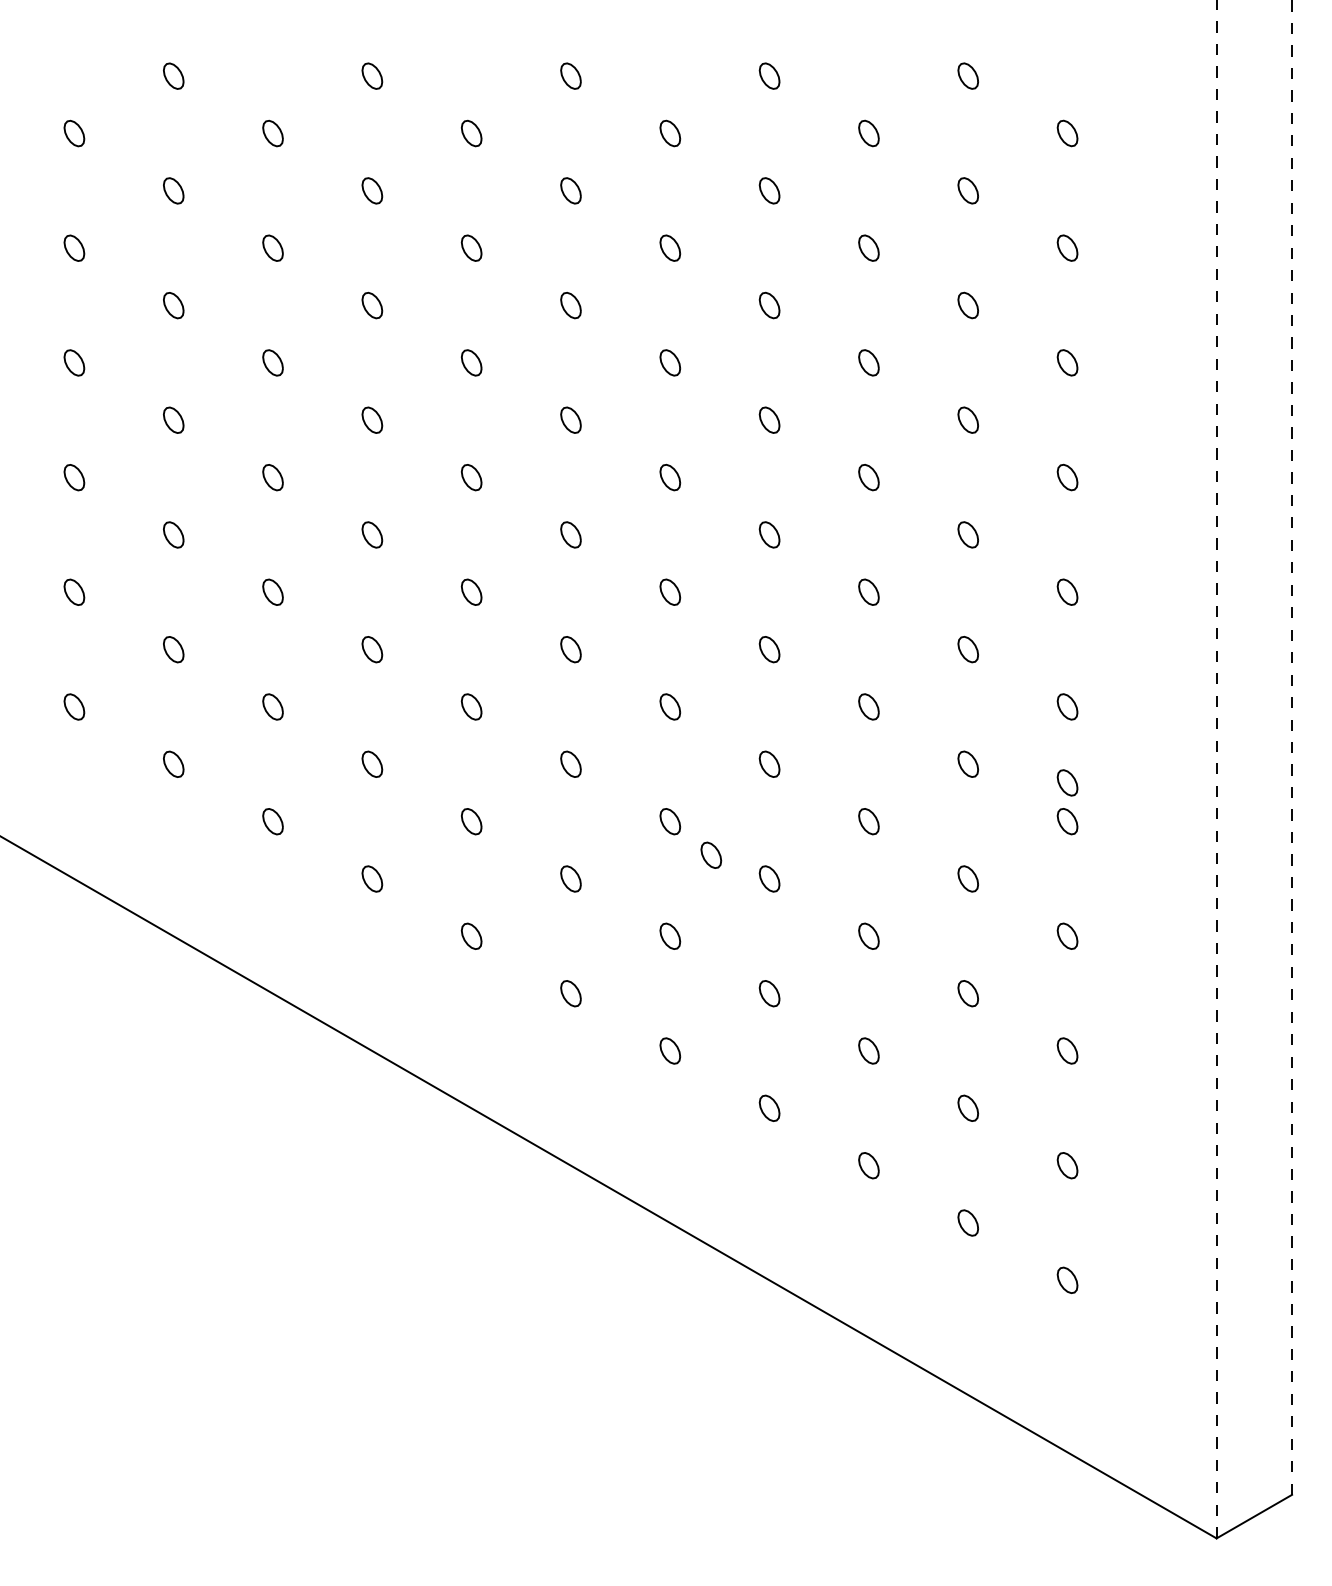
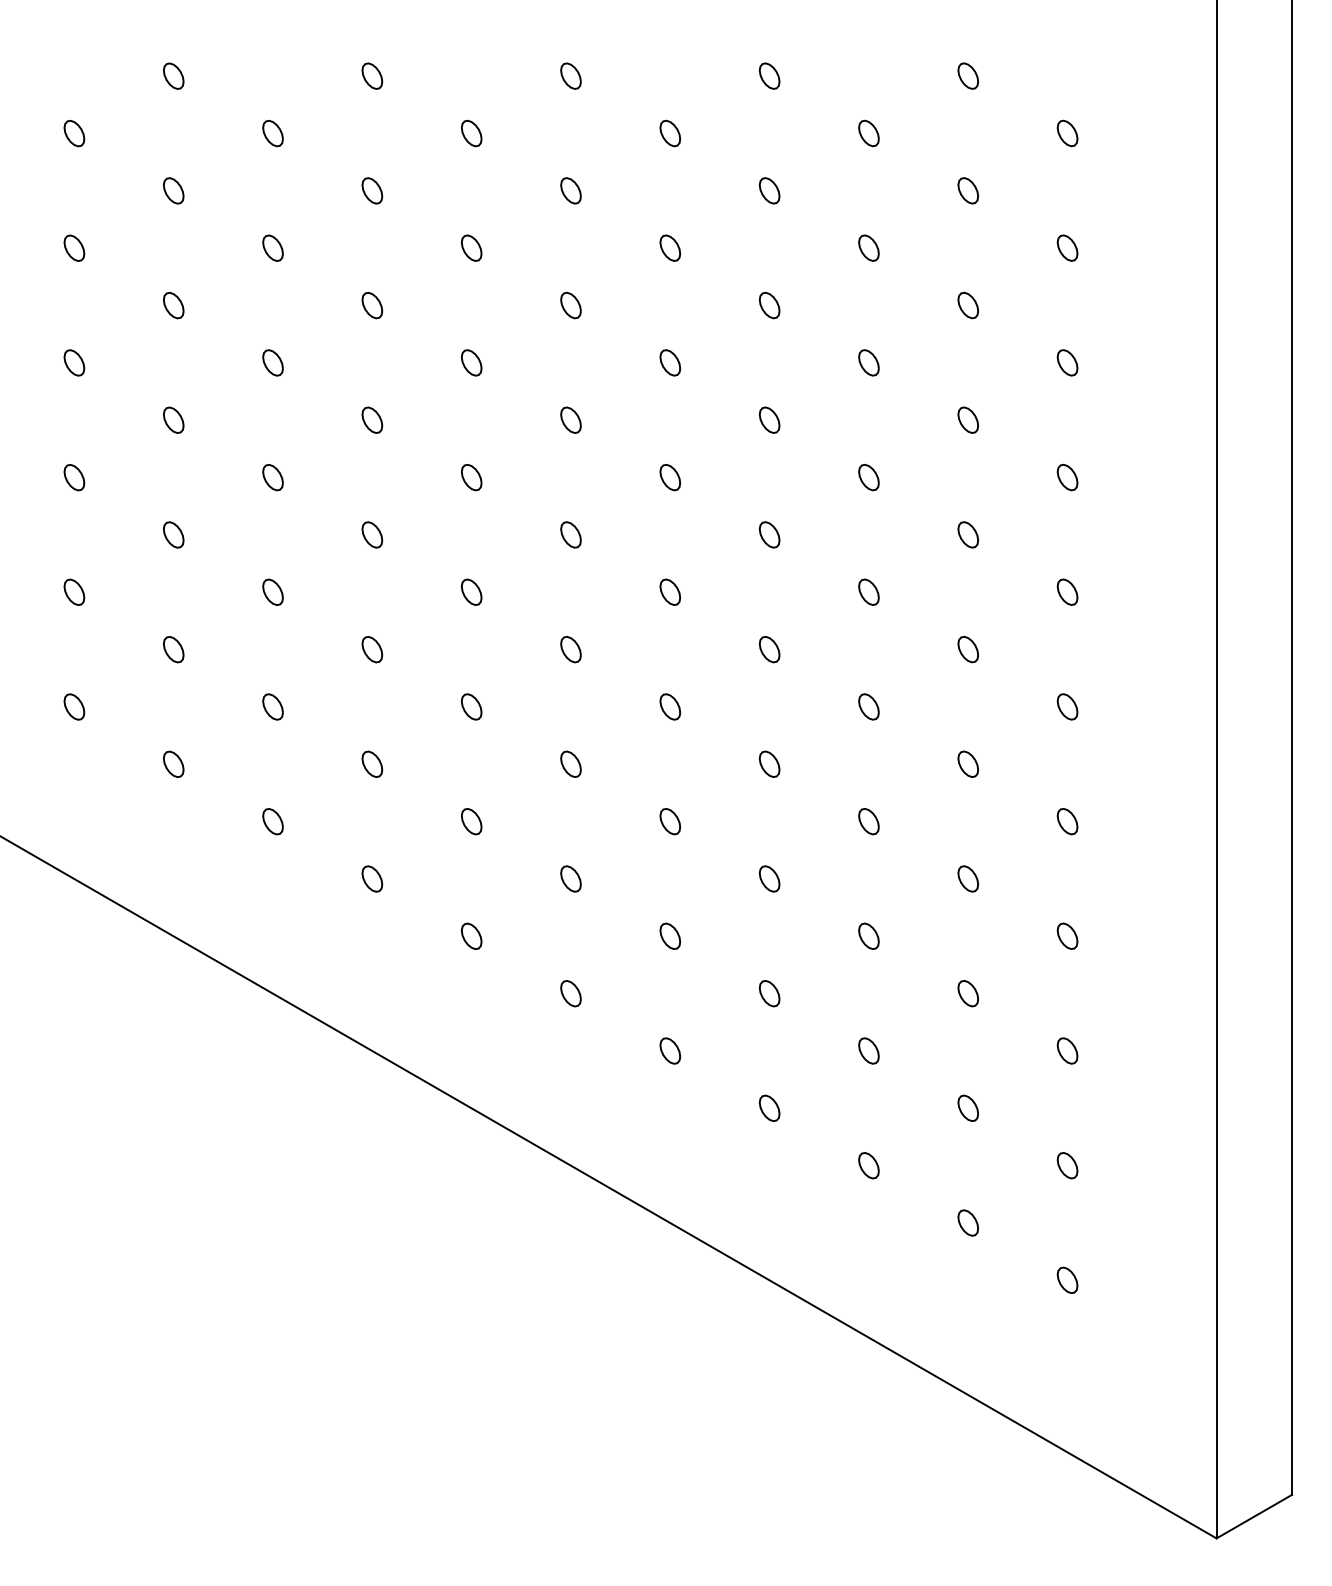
line at (1292, 746): dashed -> solid
line at (1216, 769): dashed -> solid
part at (1067, 782): present -> none
part at (711, 854): present -> none
